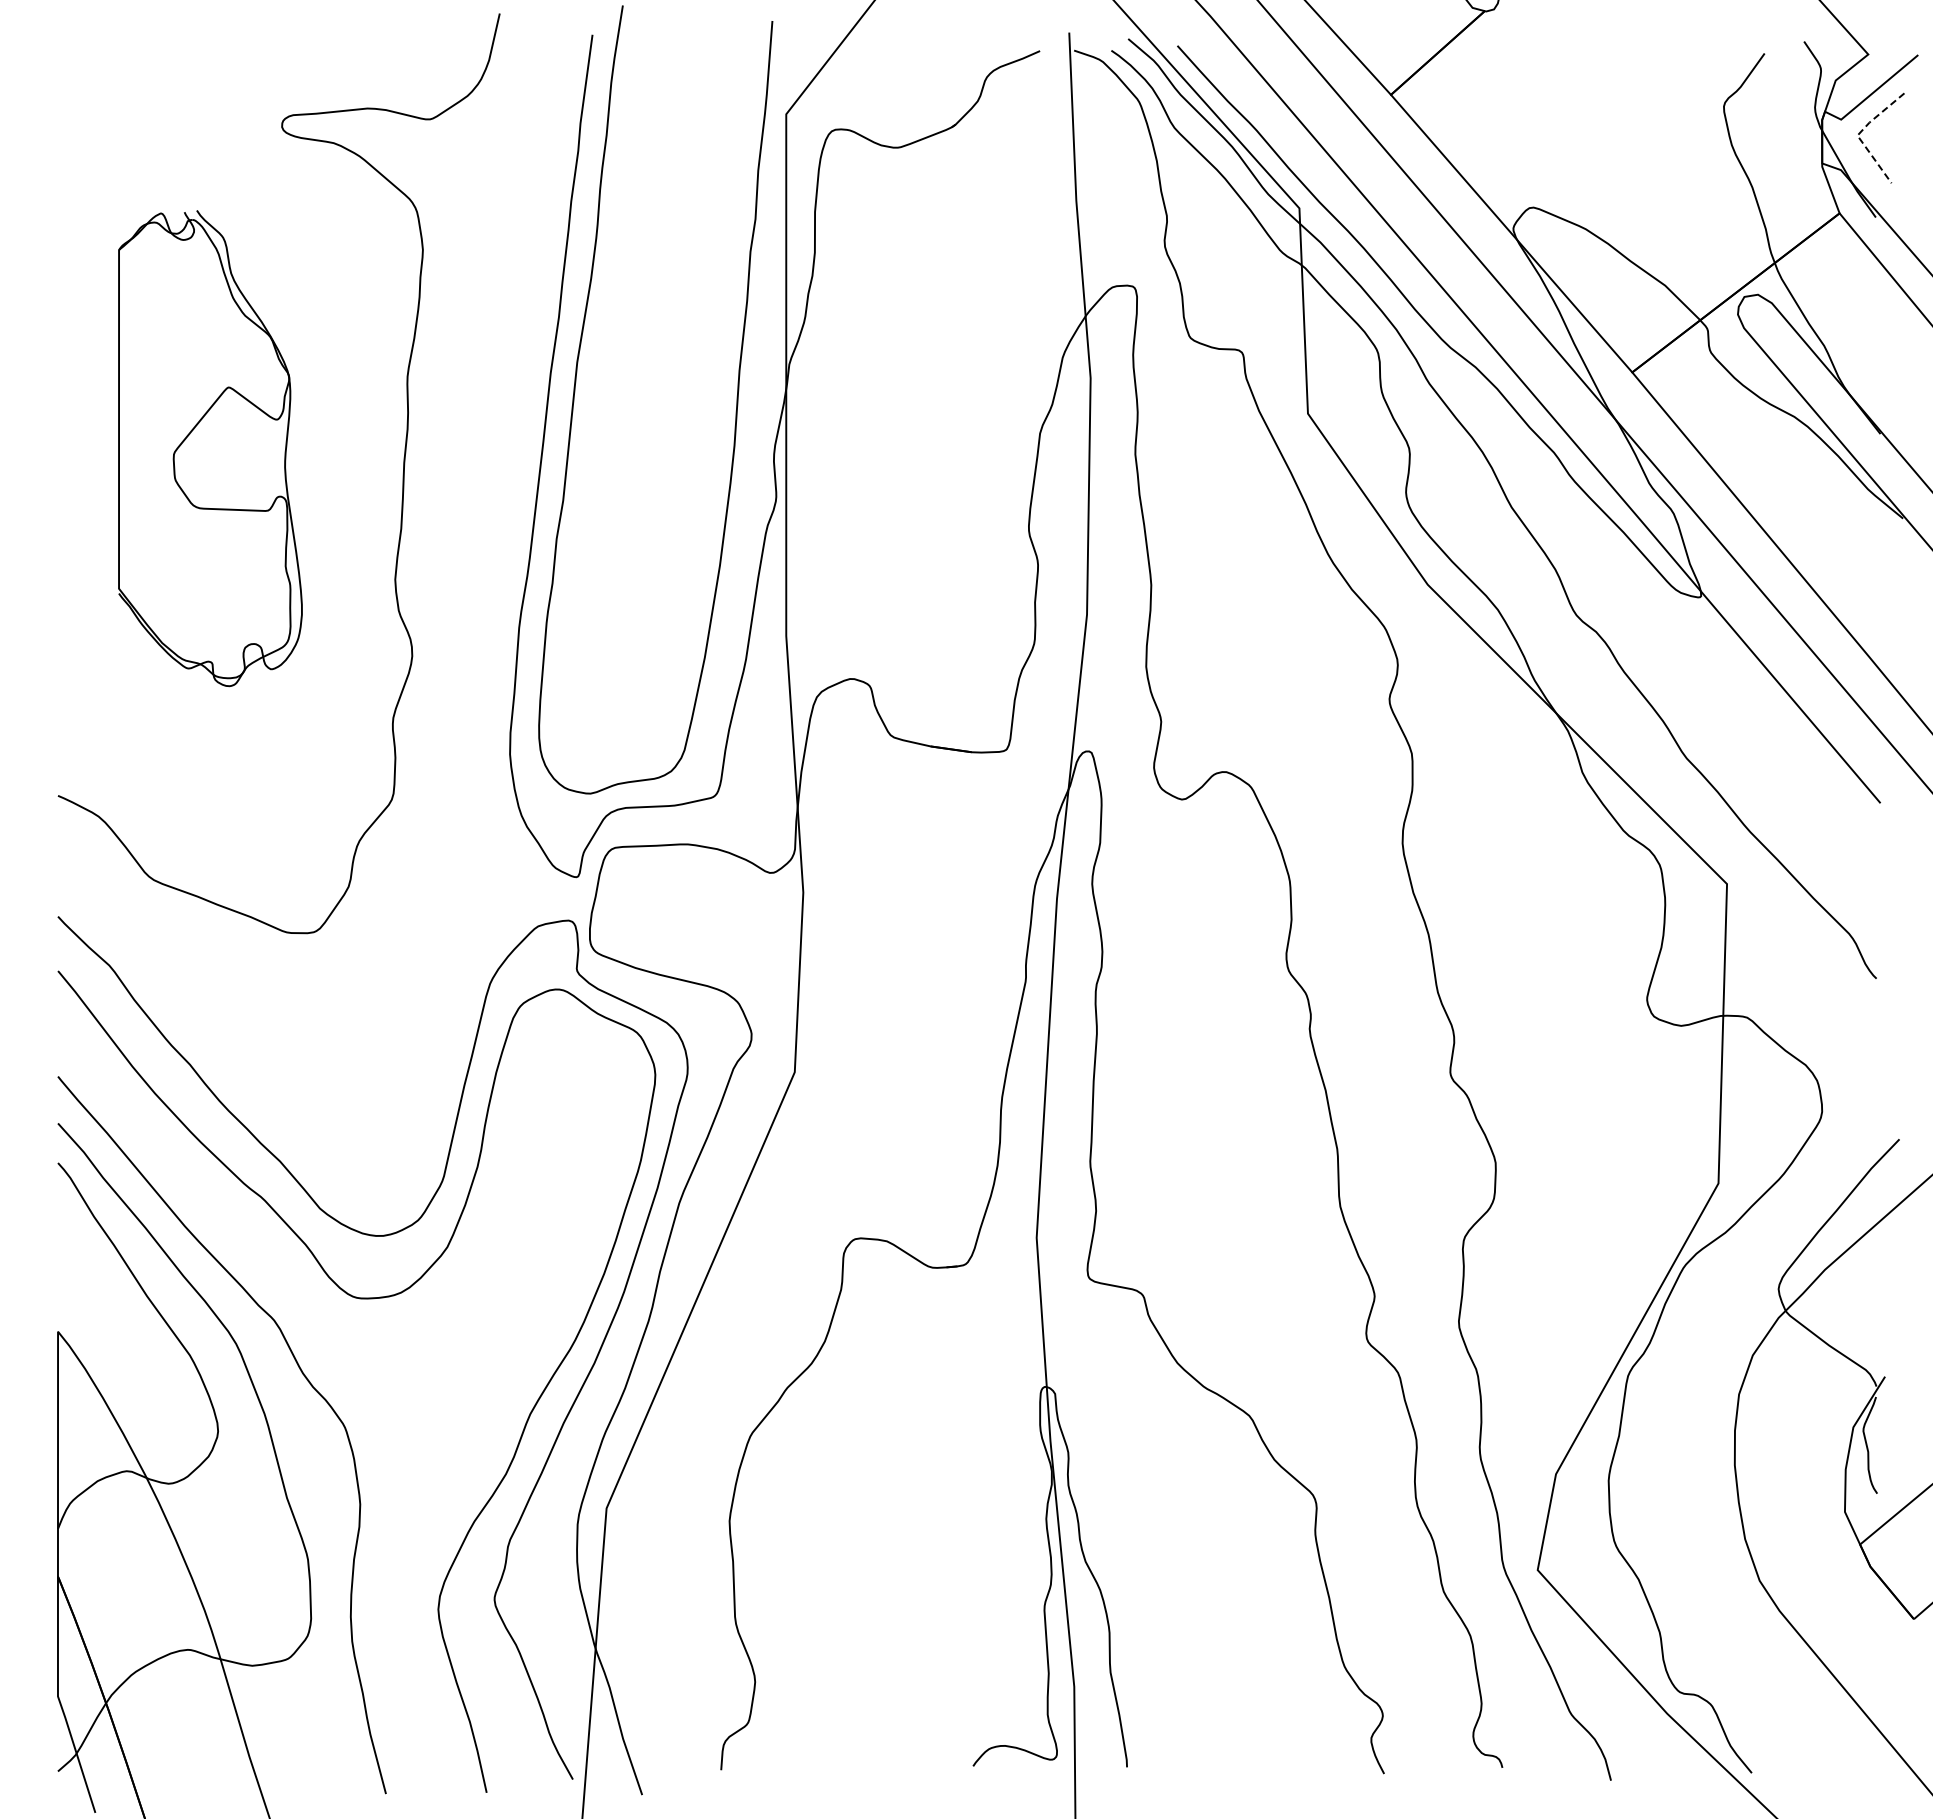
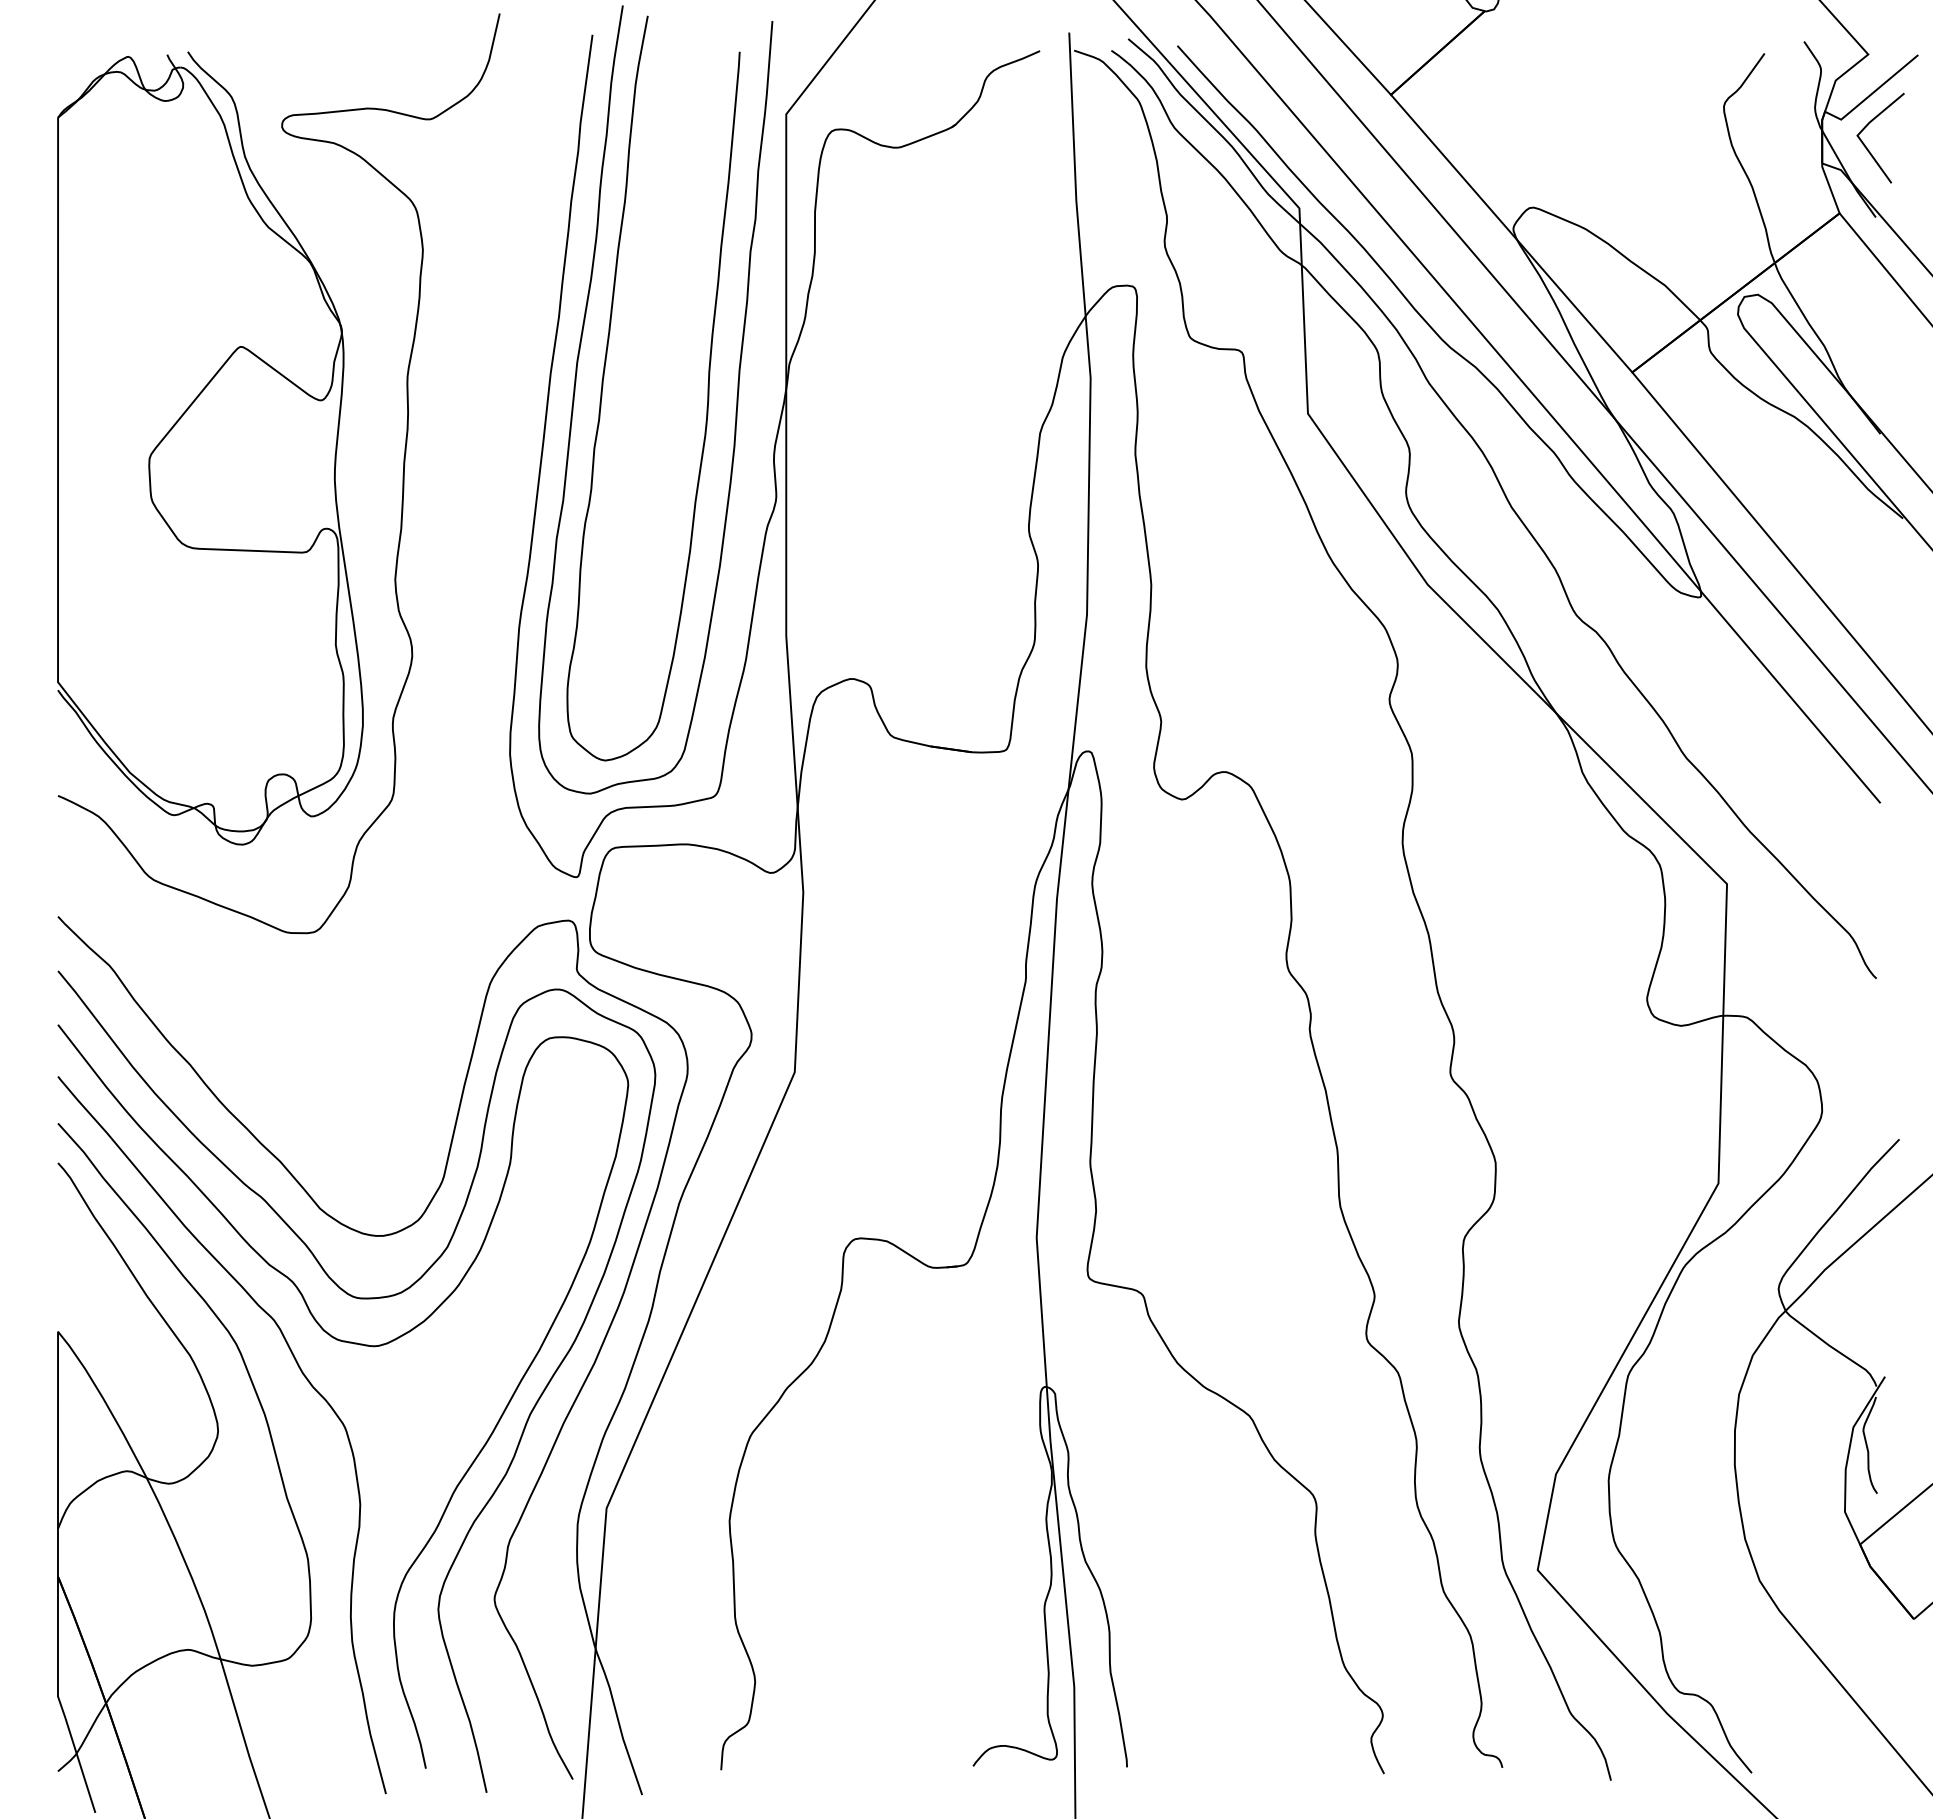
line at (1858, 134): dashed -> solid
curve at (603, 386): none -> present
part at (210, 448) size: 185x478 px -> 307x795 px
curve at (354, 1344): none -> present
